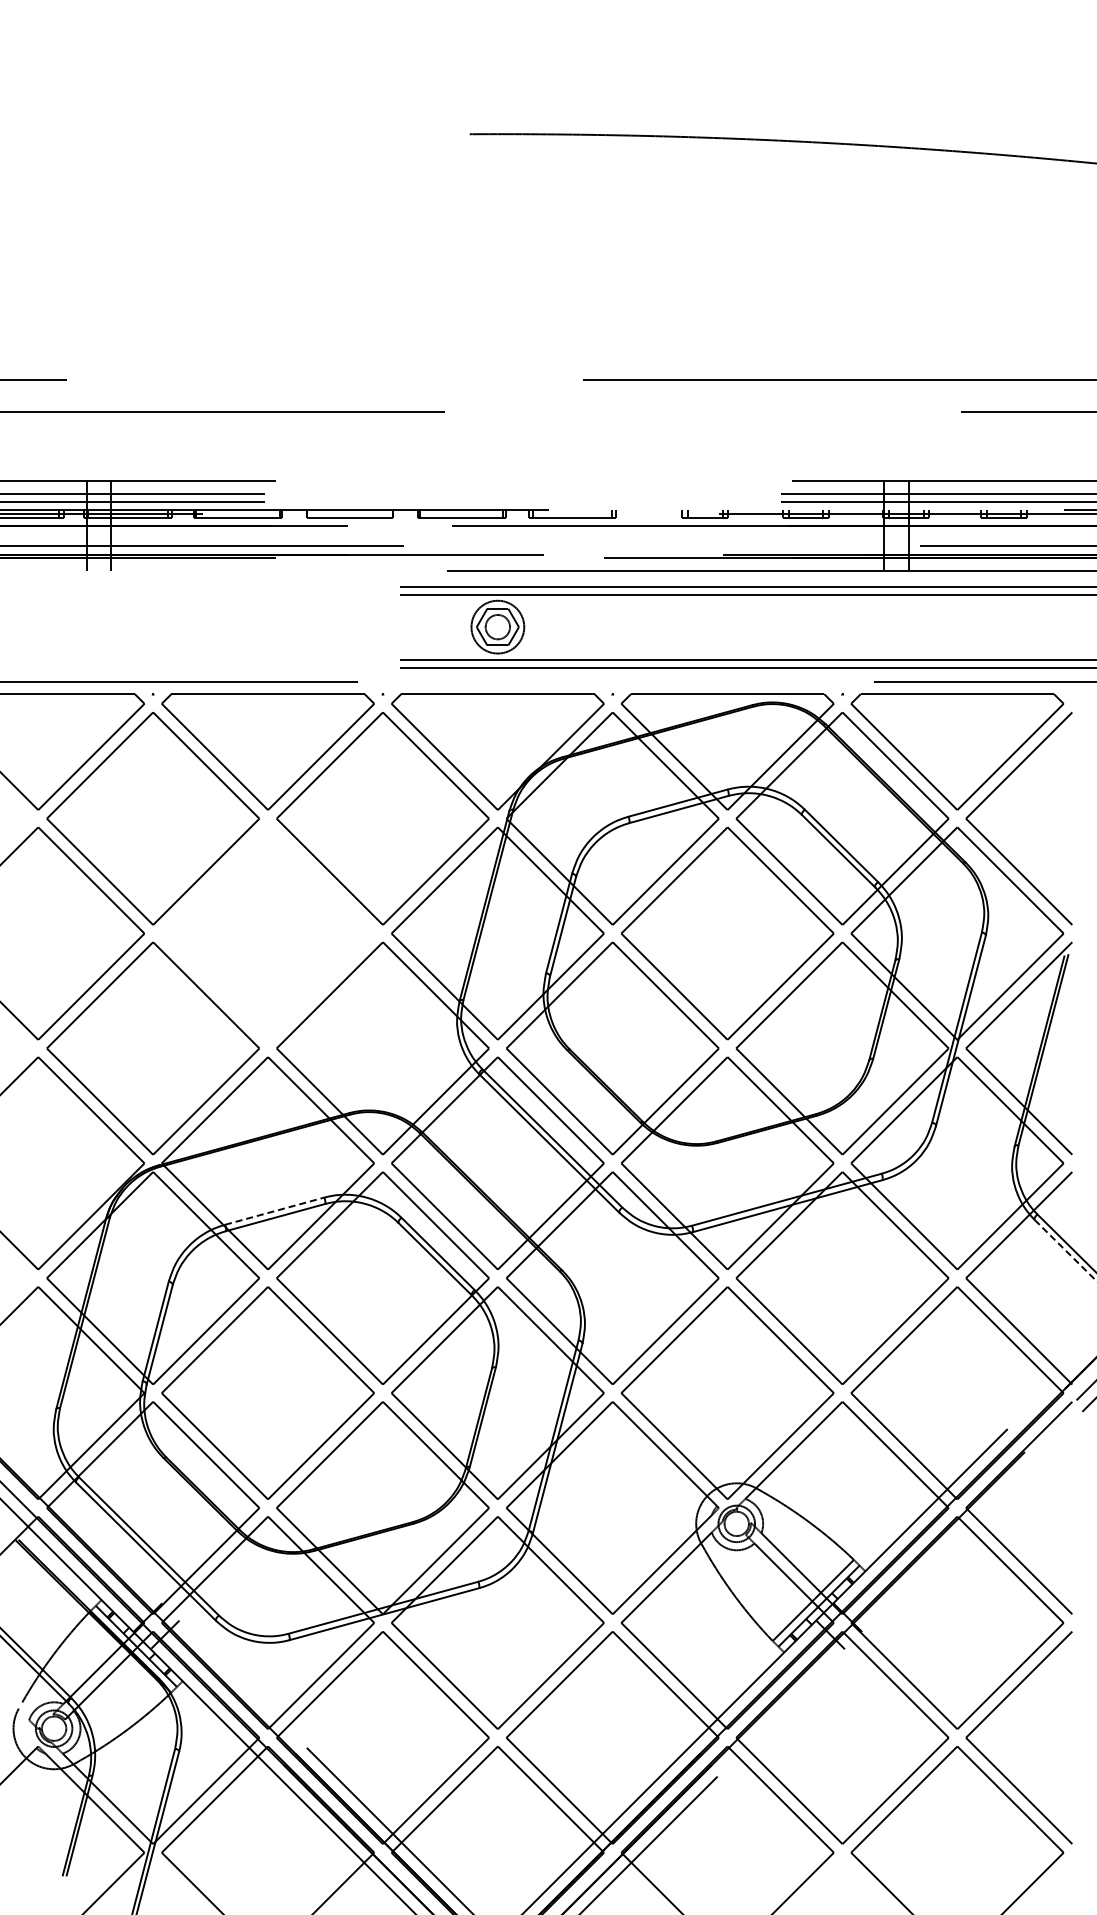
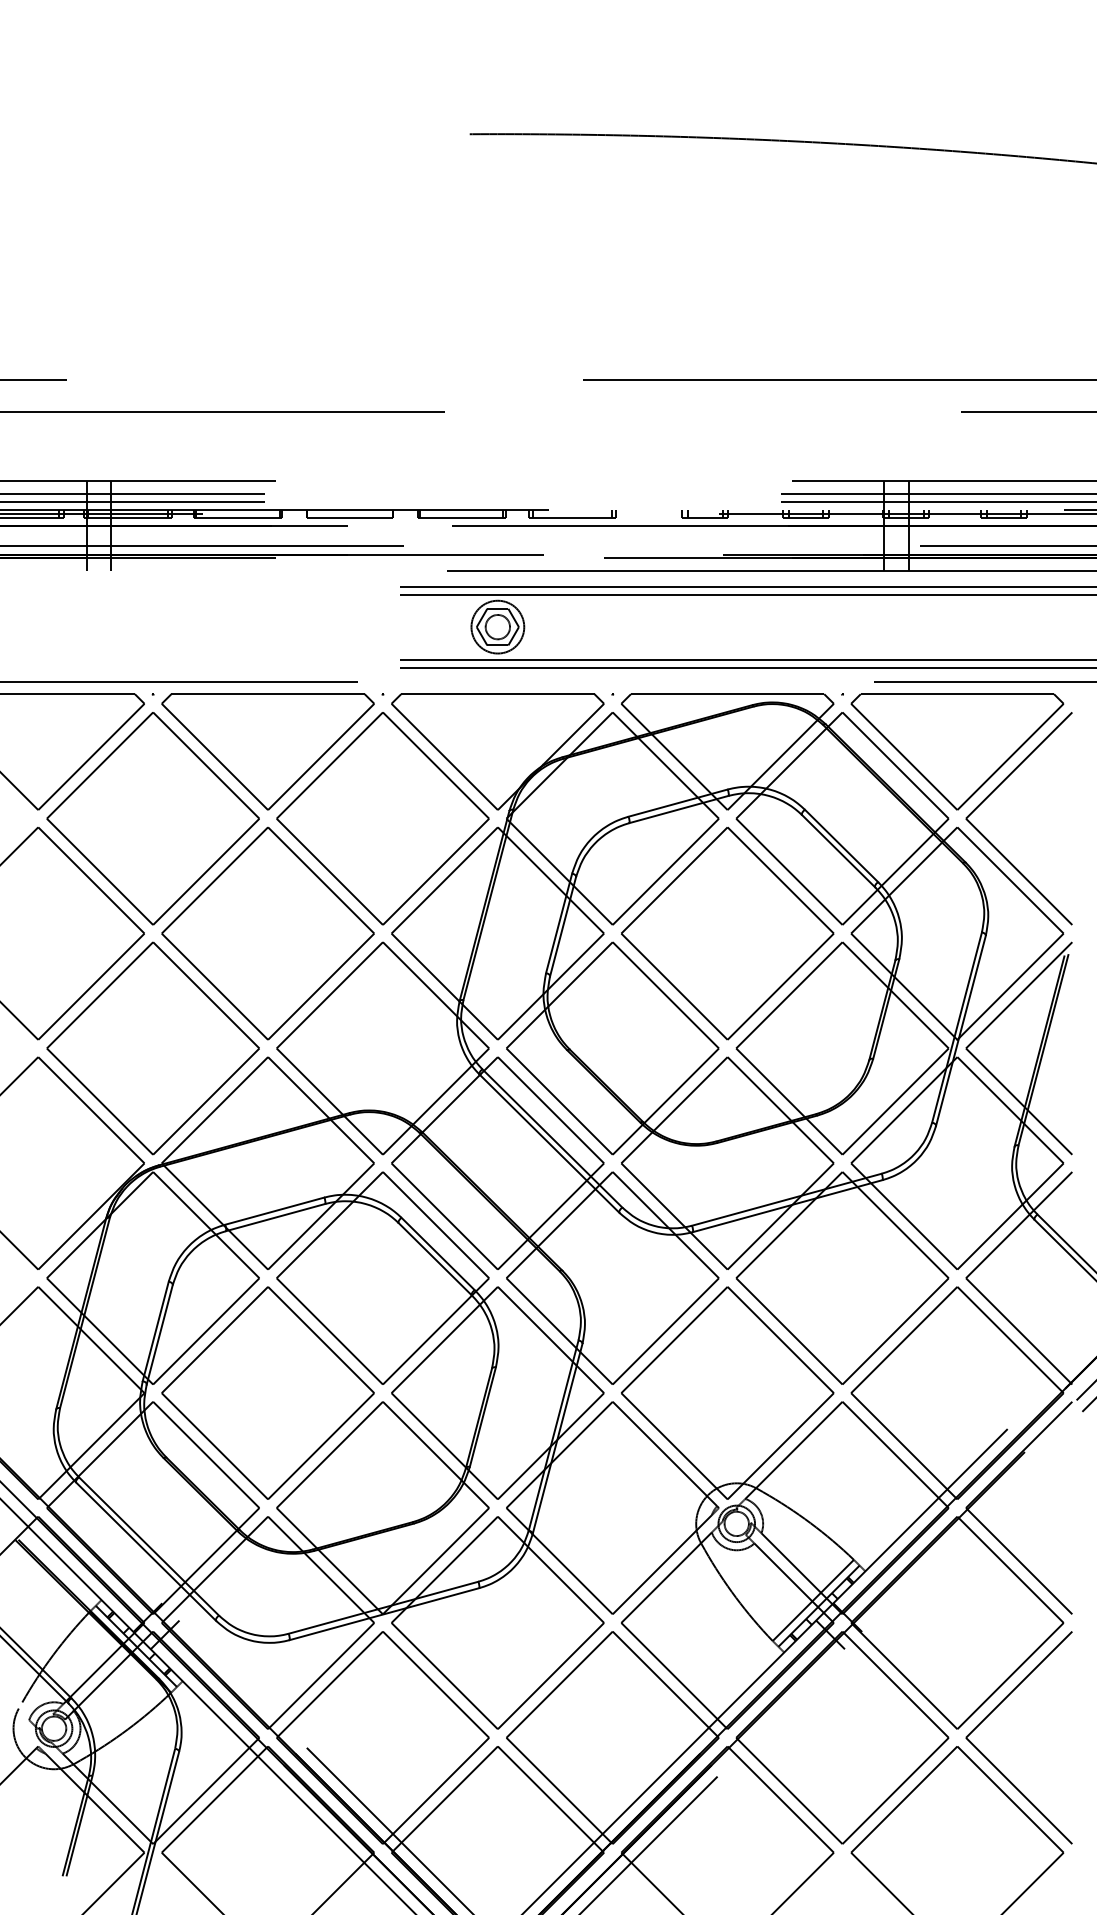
part at (267, 933): none -> present
line at (275, 1211): dashed -> solid
line at (1065, 1250): dashed -> solid
